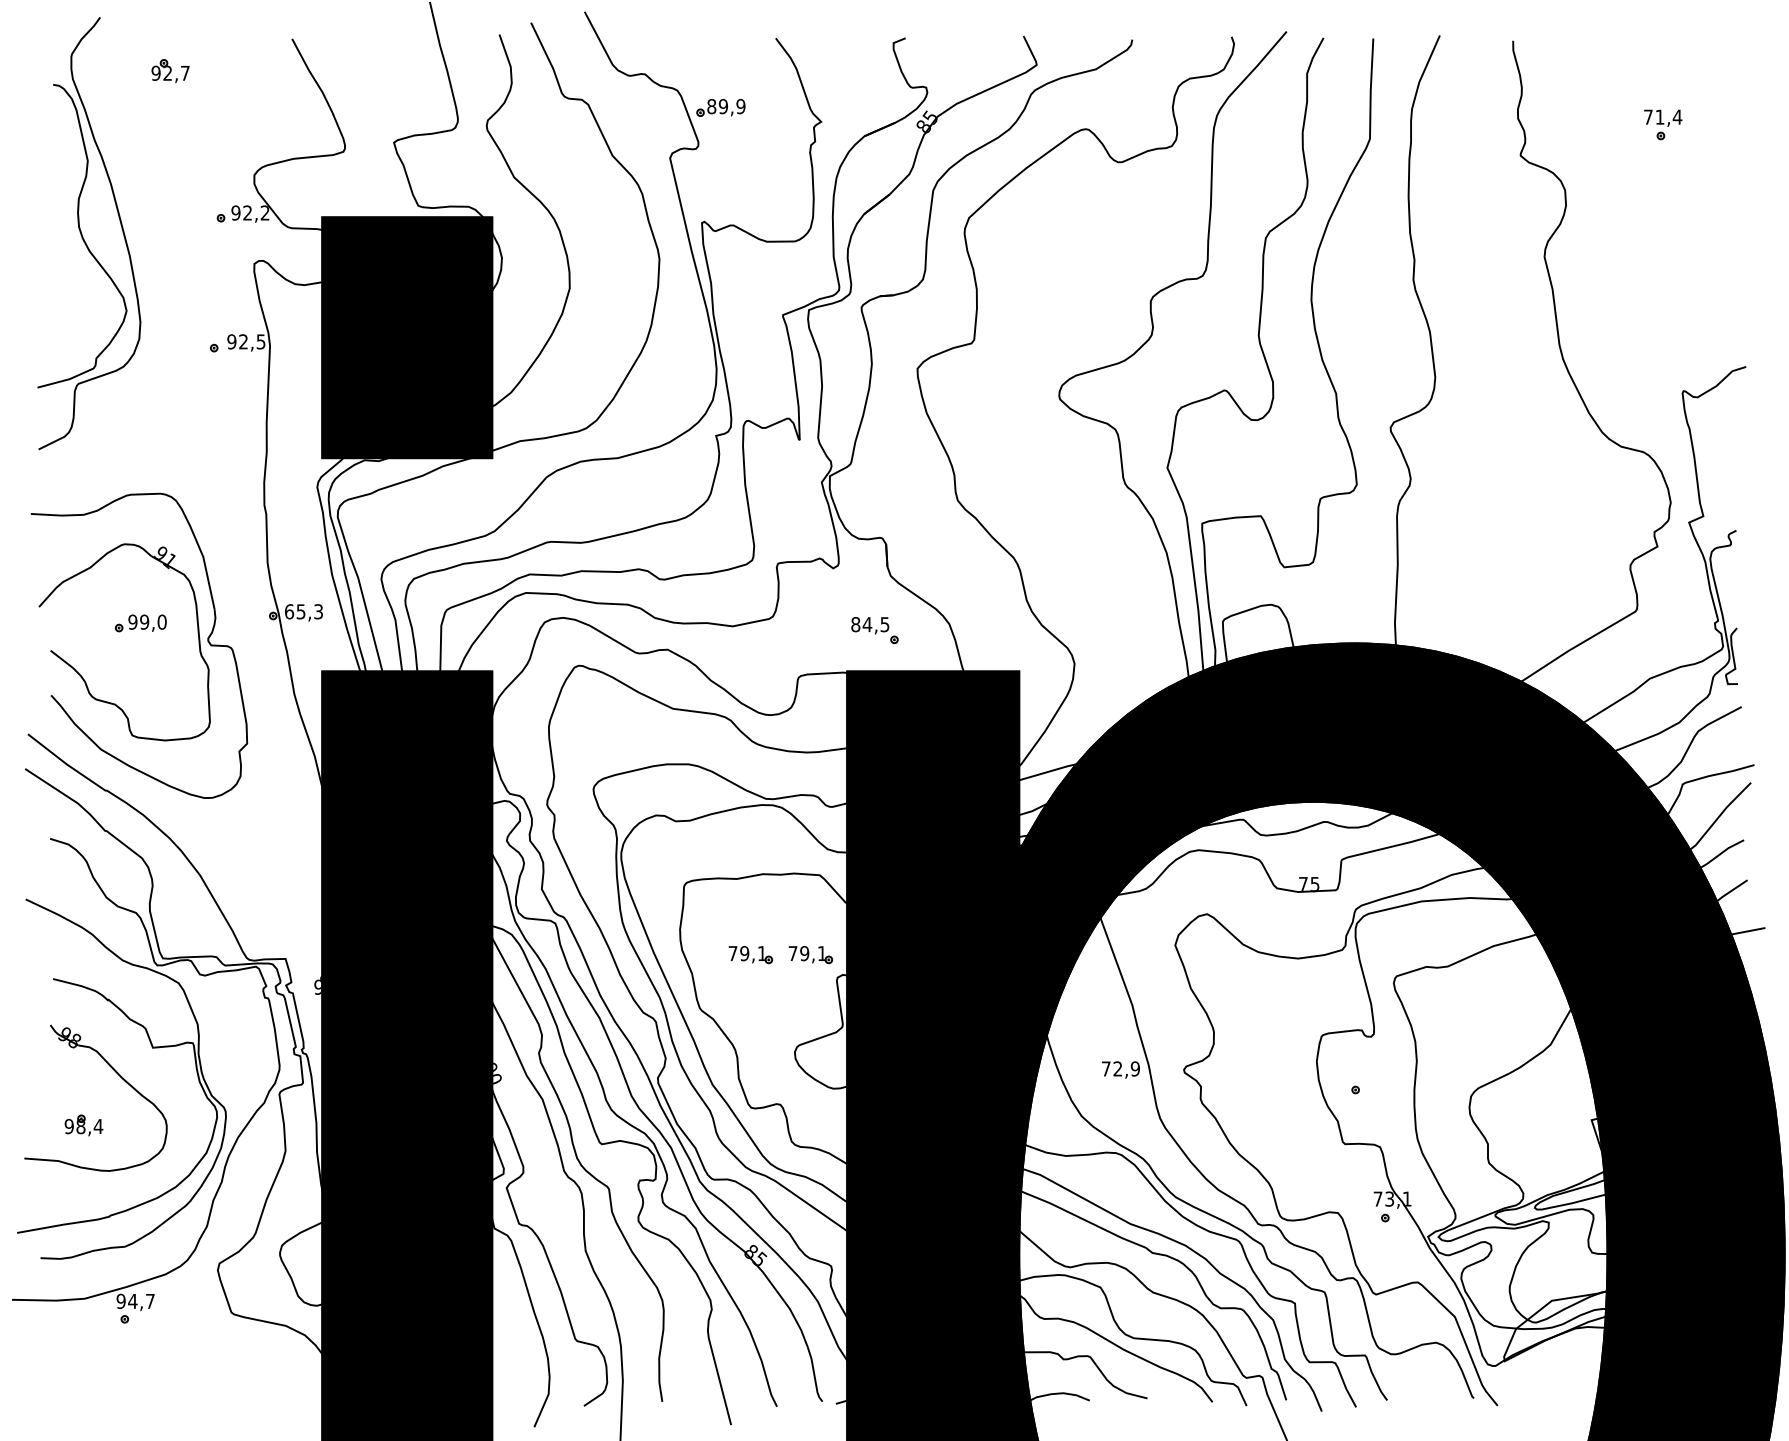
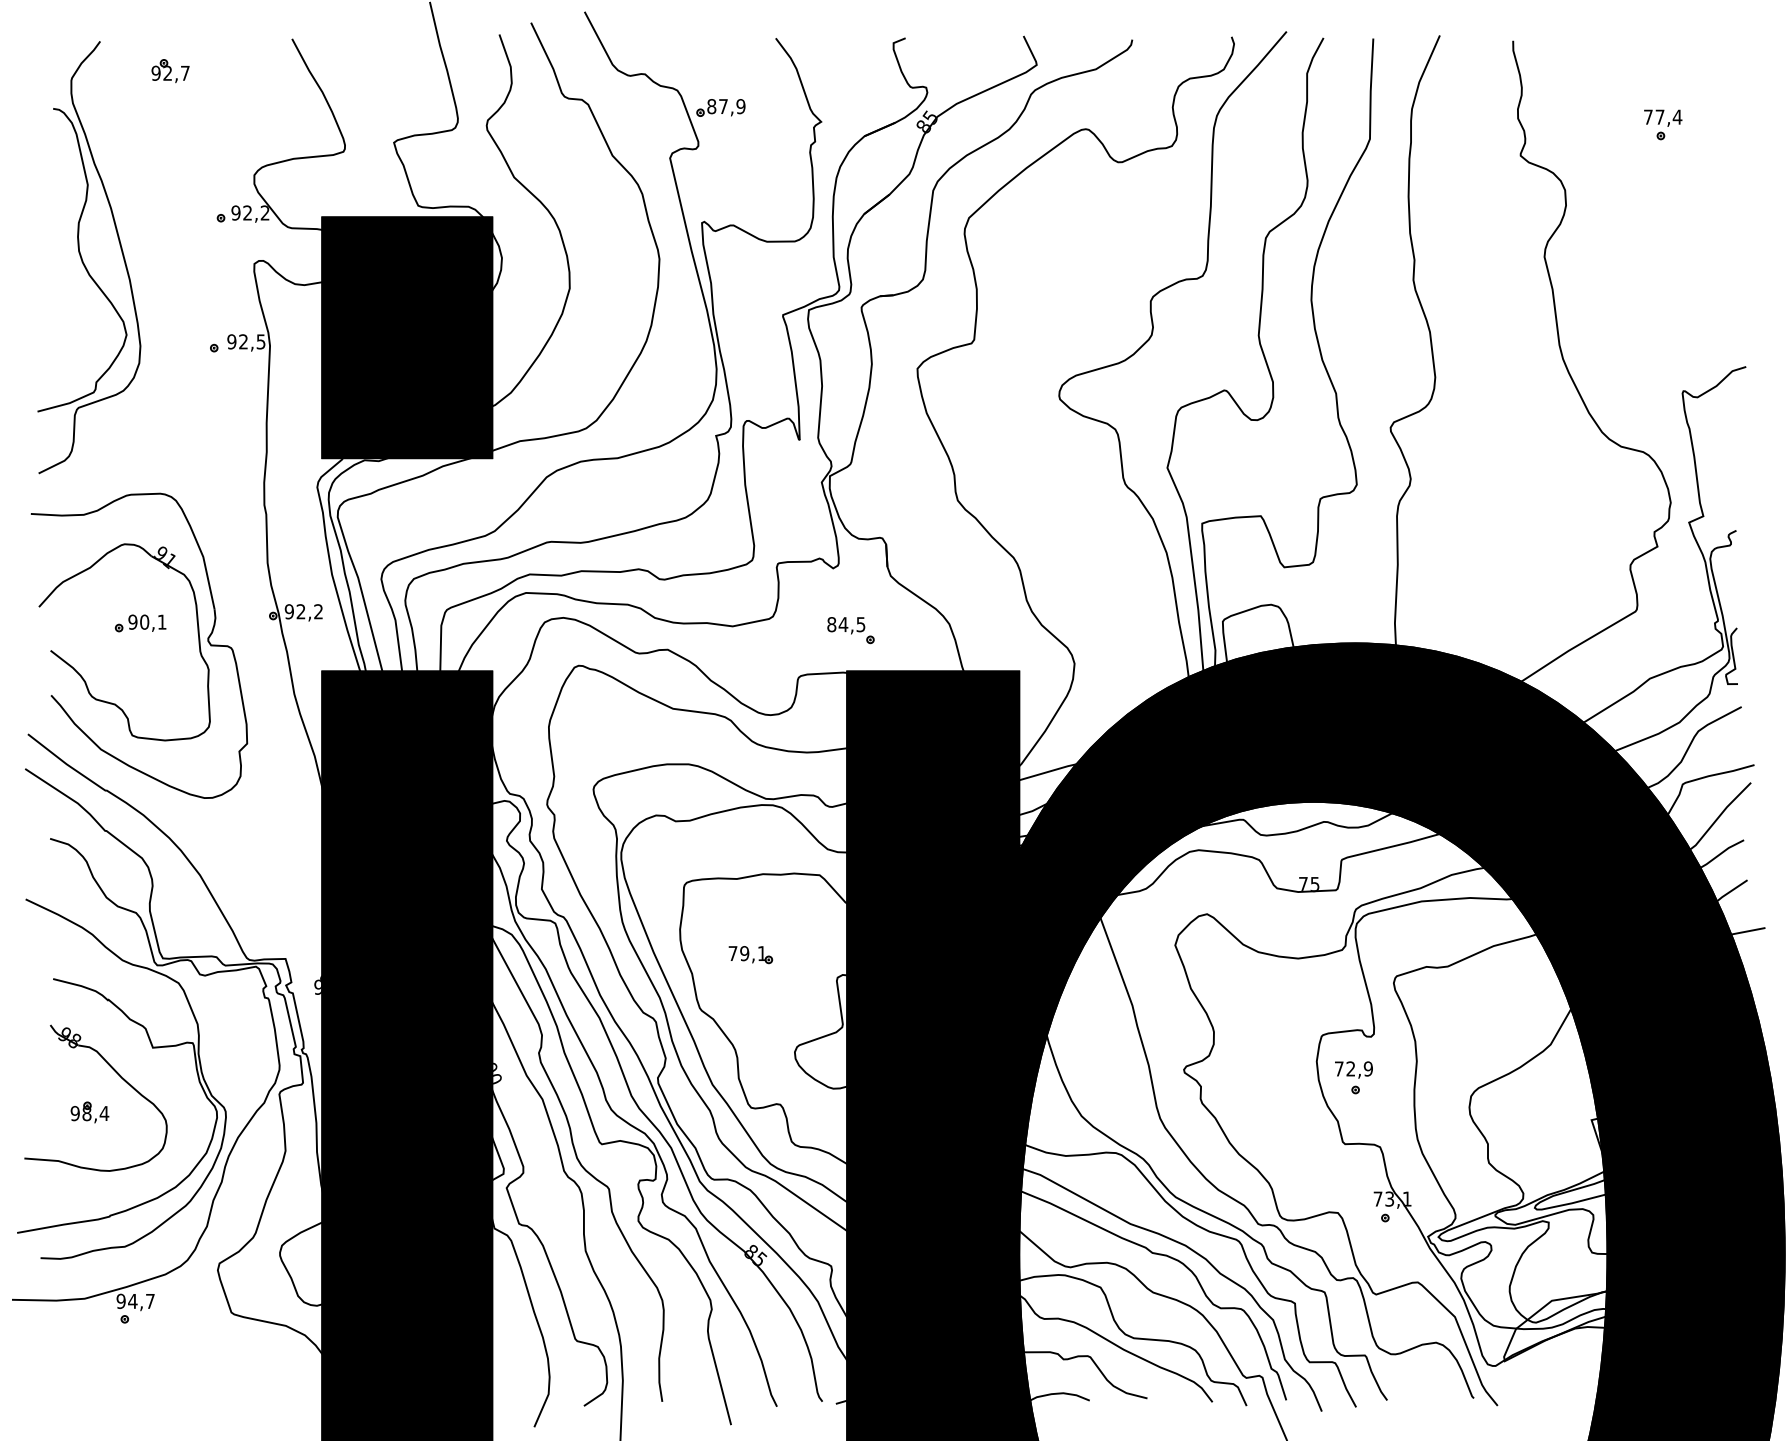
text at (722, 106): 89,9 -> 87,9
text at (1659, 116): 71,4 -> 77,4
part at (83, 236) position: (83, 236) -> (83, 260)
text at (303, 611): 65,3 -> 92,2
text at (153, 621): 99,0 -> 90,1
part at (874, 630) position: (874, 630) -> (850, 630)
part at (810, 955): present -> none
text at (1120, 1069) position: (1120, 1069) -> (1353, 1069)
part at (83, 1125) position: (83, 1125) -> (89, 1112)
